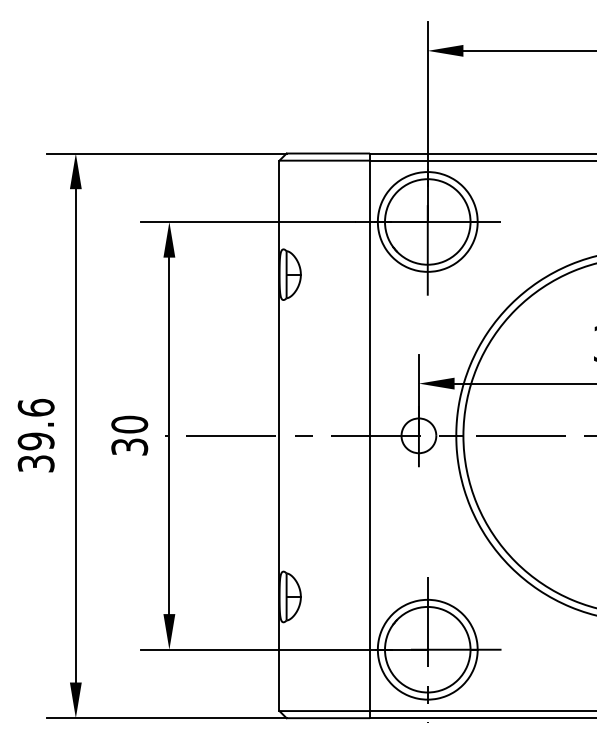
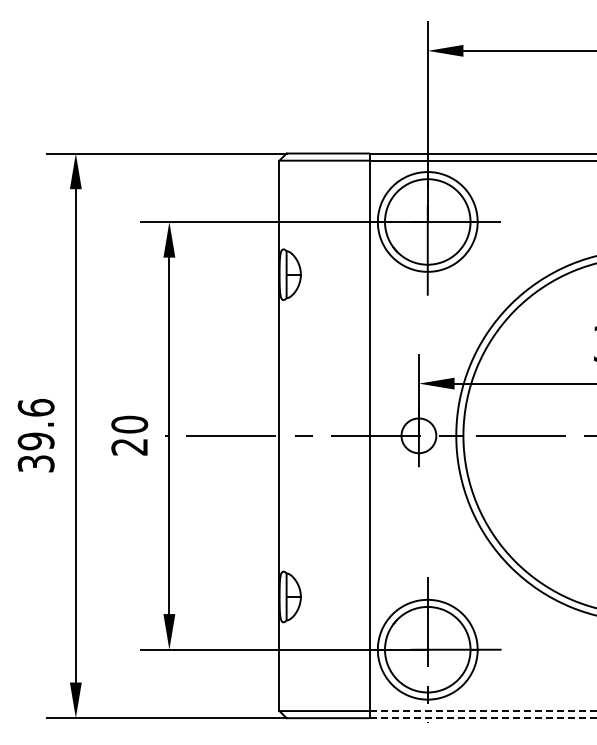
text at (129, 446): 30 -> 20
line at (483, 711): solid -> dashed
line at (483, 718): solid -> dashed
